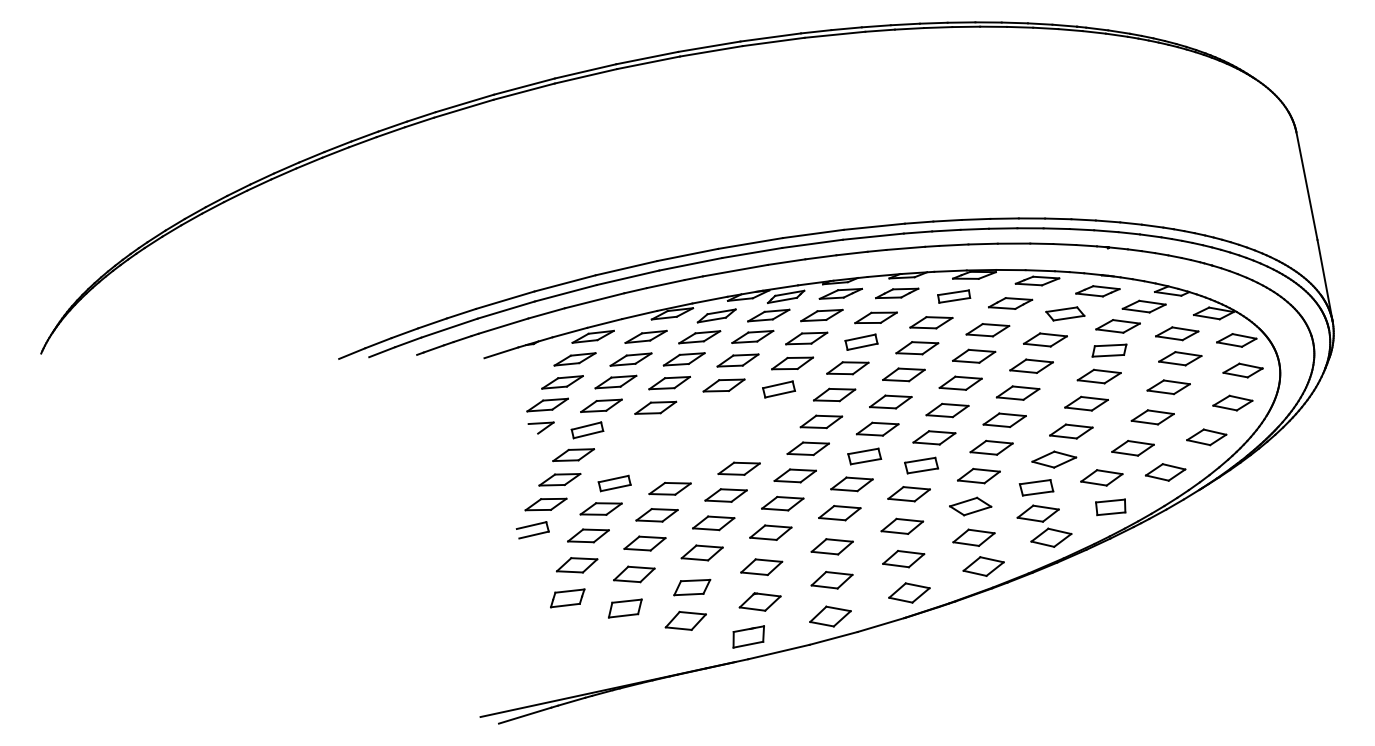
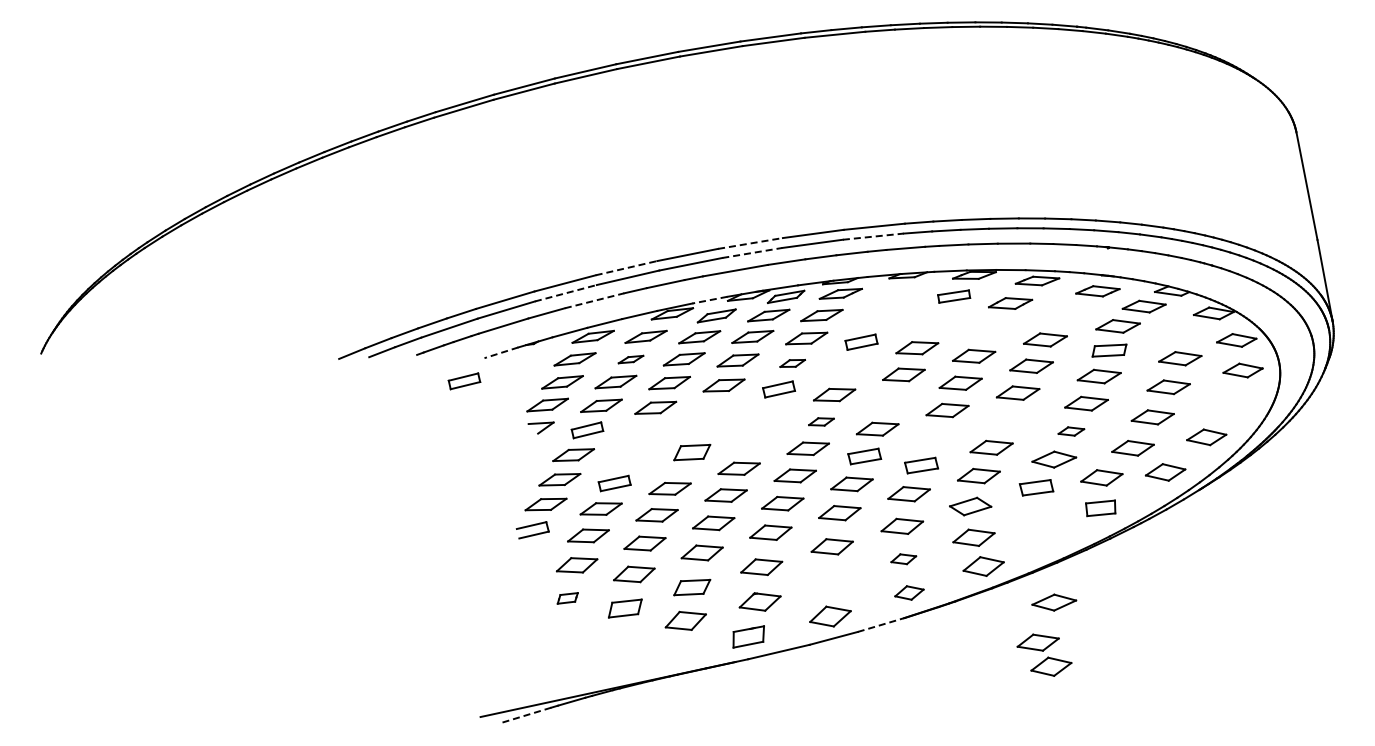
line at (873, 236): solid -> dashed
line at (750, 243): solid -> dashed
line at (752, 252): solid -> dashed
line at (626, 268): solid -> dashed
line at (566, 293): solid -> dashed
part at (897, 293): present -> none
line at (594, 300): solid -> dashed
line at (709, 300): solid -> dashed
part at (1065, 313): present -> none
part at (875, 317): present -> none
part at (931, 322): present -> none
part at (987, 330): present -> none
part at (1177, 333): present -> none
line at (501, 352): solid -> dashed
part at (630, 359) size: 44x15 px -> 28x11 px
part at (792, 363) size: 44x15 px -> 27x9 px
part at (847, 368): present -> none
part at (464, 381): none -> present
part at (890, 401): present -> none
part at (1232, 402): present -> none
part at (1004, 419): present -> none
part at (821, 421) size: 45x16 px -> 27x10 px
part at (1071, 431) size: 45x17 px -> 29x11 px
part at (934, 437): present -> none
part at (692, 452): none -> present
part at (1110, 507) position: (1110, 507) -> (1100, 508)
part at (1044, 525) position: (1044, 525) -> (1044, 654)
part at (903, 559) size: 44x19 px -> 28x13 px
part at (831, 580): present -> none
part at (909, 592) size: 43x22 px -> 31x16 px
part at (567, 598) size: 36x21 px -> 23x13 px
part at (1054, 602): none -> present
line at (881, 624): solid -> dashed
line at (524, 715): solid -> dashed
